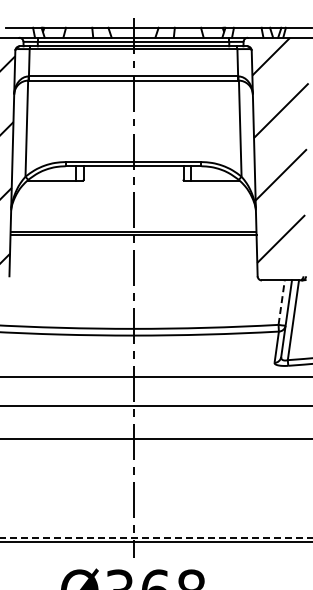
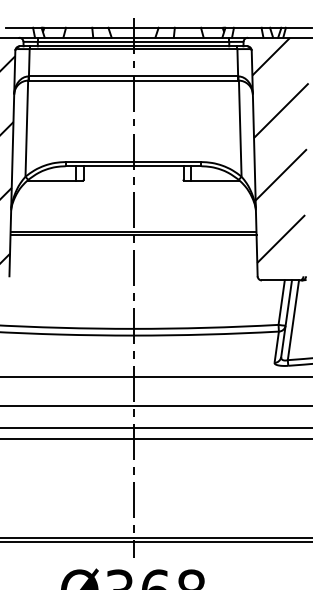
line at (281, 302): dashed -> solid
line at (155, 427): none -> present
line at (157, 537): dashed -> solid
